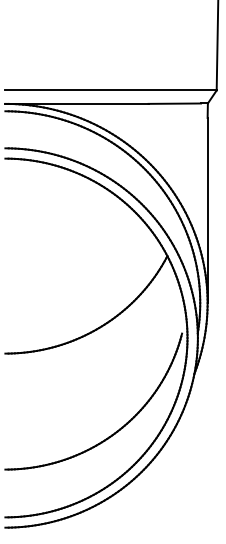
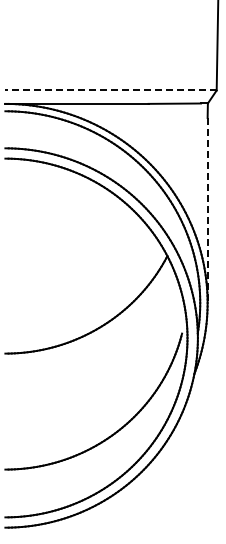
line at (111, 90): solid -> dashed
line at (207, 210): solid -> dashed
